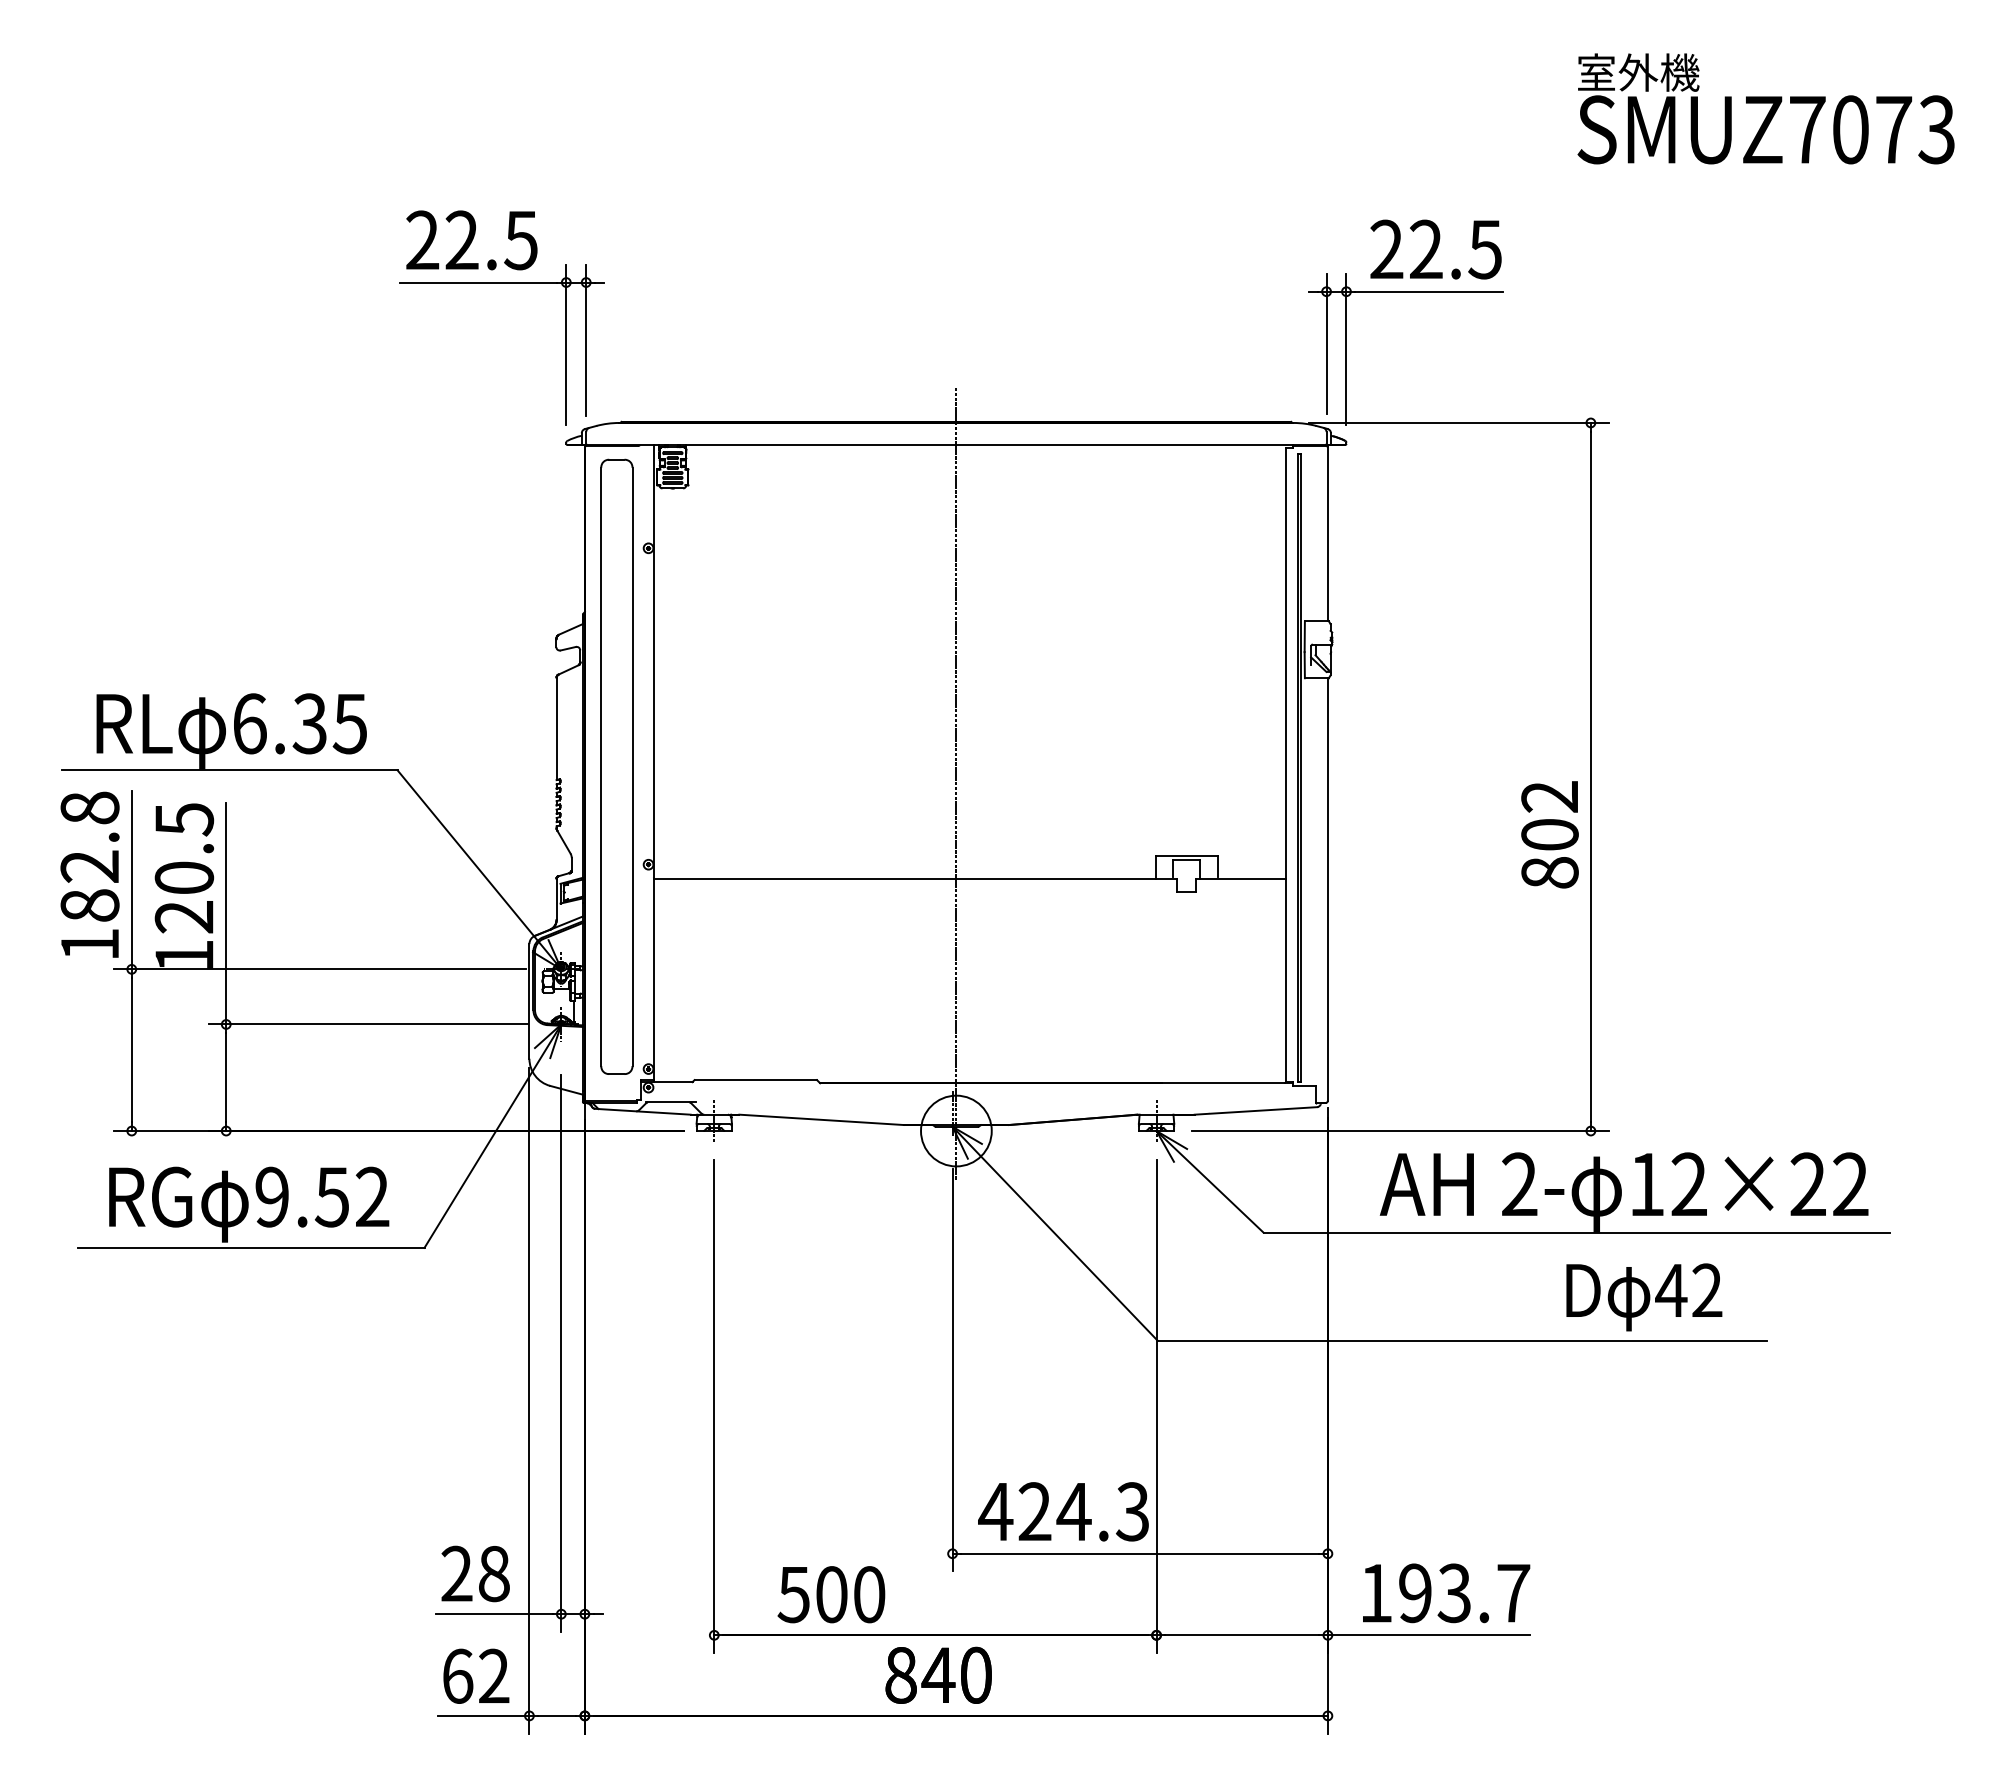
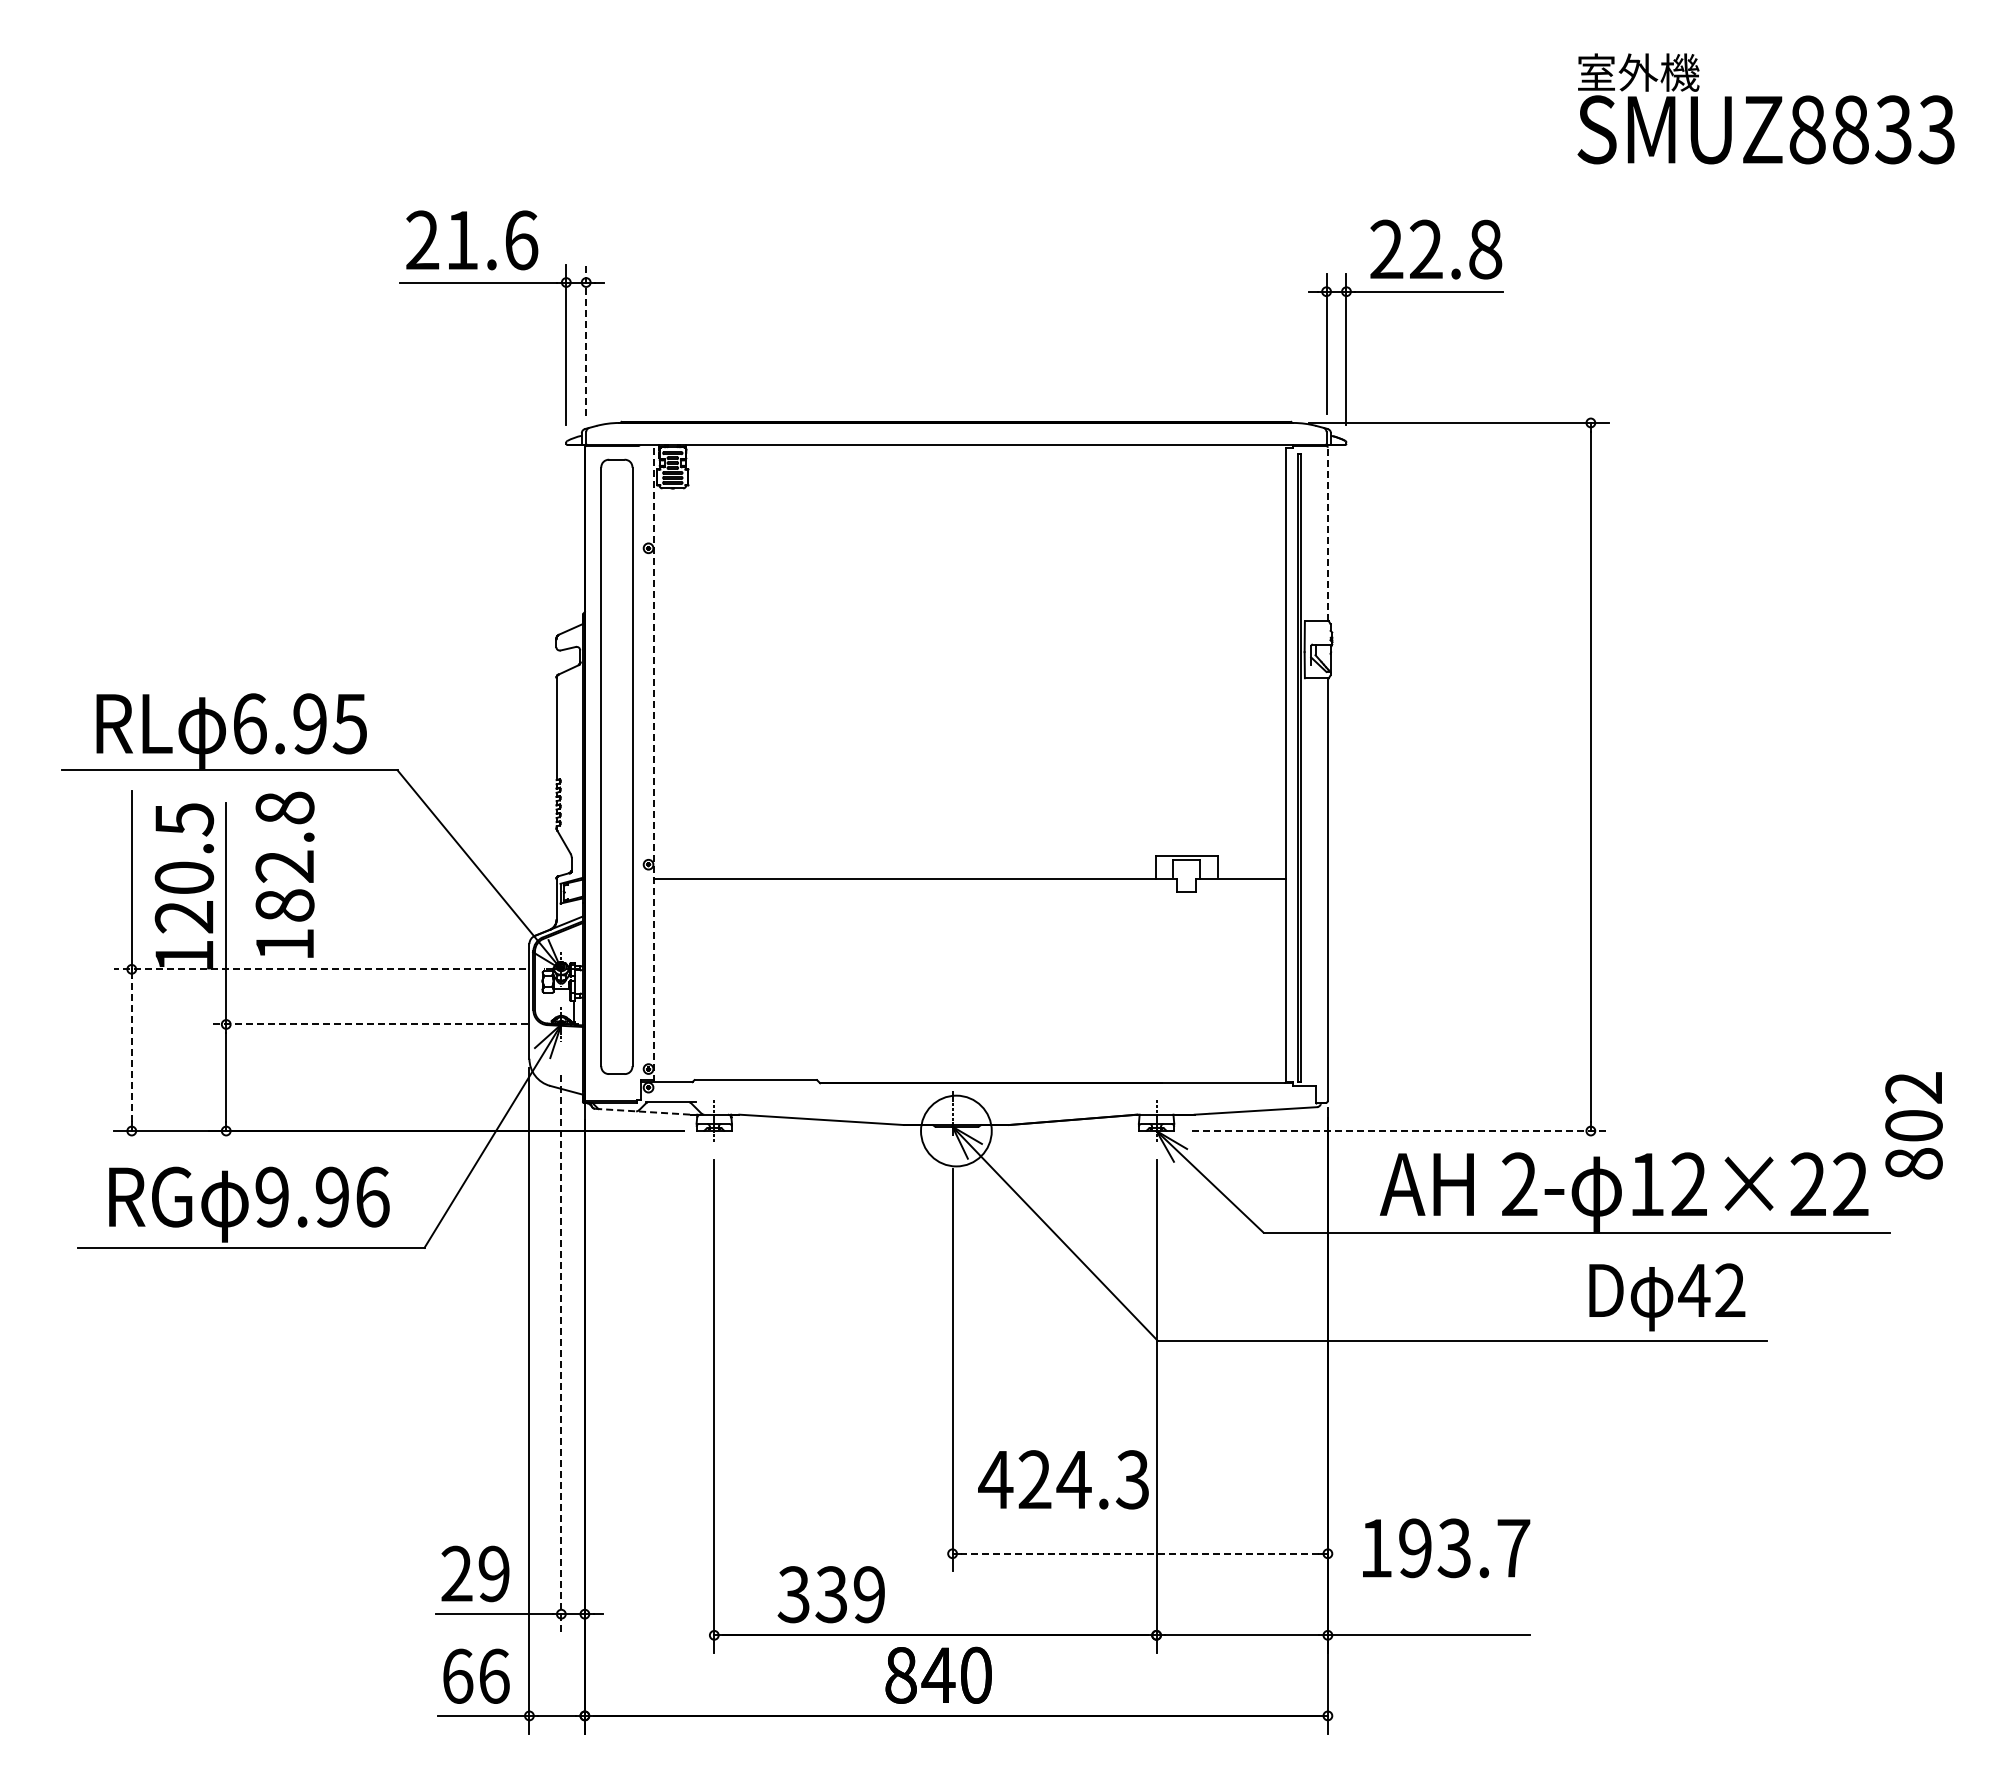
text at (1850, 129): SMUZ7073 -> SMUZ8833
text at (491, 240): 22.5 -> 21.6
text at (1485, 249): 22.5 -> 22.8
line at (586, 339): solid -> dashed
line at (1327, 532): solid -> dashed
text at (309, 723): 6.35 -> 6.95
line at (653, 763): solid -> dashed
line at (956, 782): present -> none
text at (1549, 834) position: (1549, 834) -> (1913, 1125)
text at (89, 874) position: (89, 874) -> (284, 874)
line at (320, 969): solid -> dashed
line at (368, 1024): solid -> dashed
line at (131, 1049): solid -> dashed
line at (642, 1111): solid -> dashed
line at (1400, 1131): solid -> dashed
text at (351, 1196): 9.52 -> 9.96
text at (1644, 1297) position: (1644, 1297) -> (1667, 1297)
line at (561, 1353): solid -> dashed
text at (1063, 1511) position: (1063, 1511) -> (1063, 1479)
line at (1140, 1553): solid -> dashed
text at (493, 1573): 28 -> 29
text at (1446, 1593) position: (1446, 1593) -> (1446, 1548)
text at (831, 1594): 500 -> 339
text at (494, 1675): 62 -> 66
